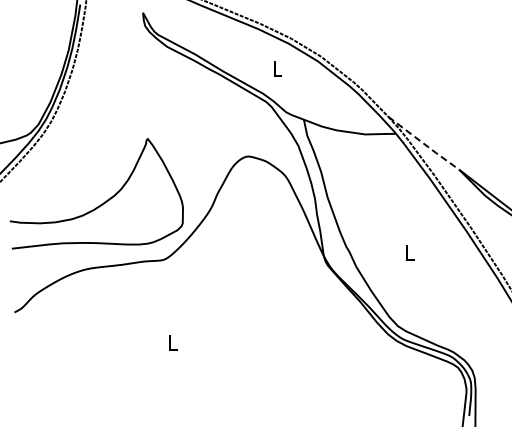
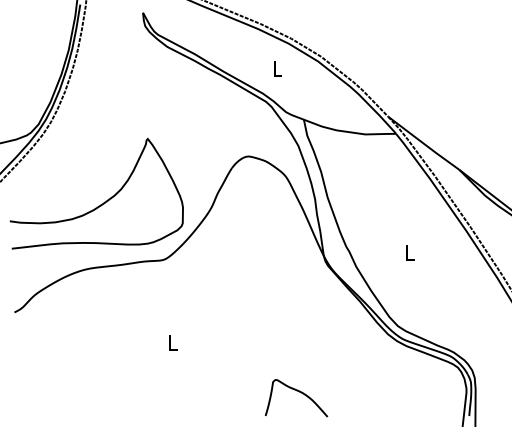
line at (424, 143): dashed -> solid
curve at (299, 392): none -> present
